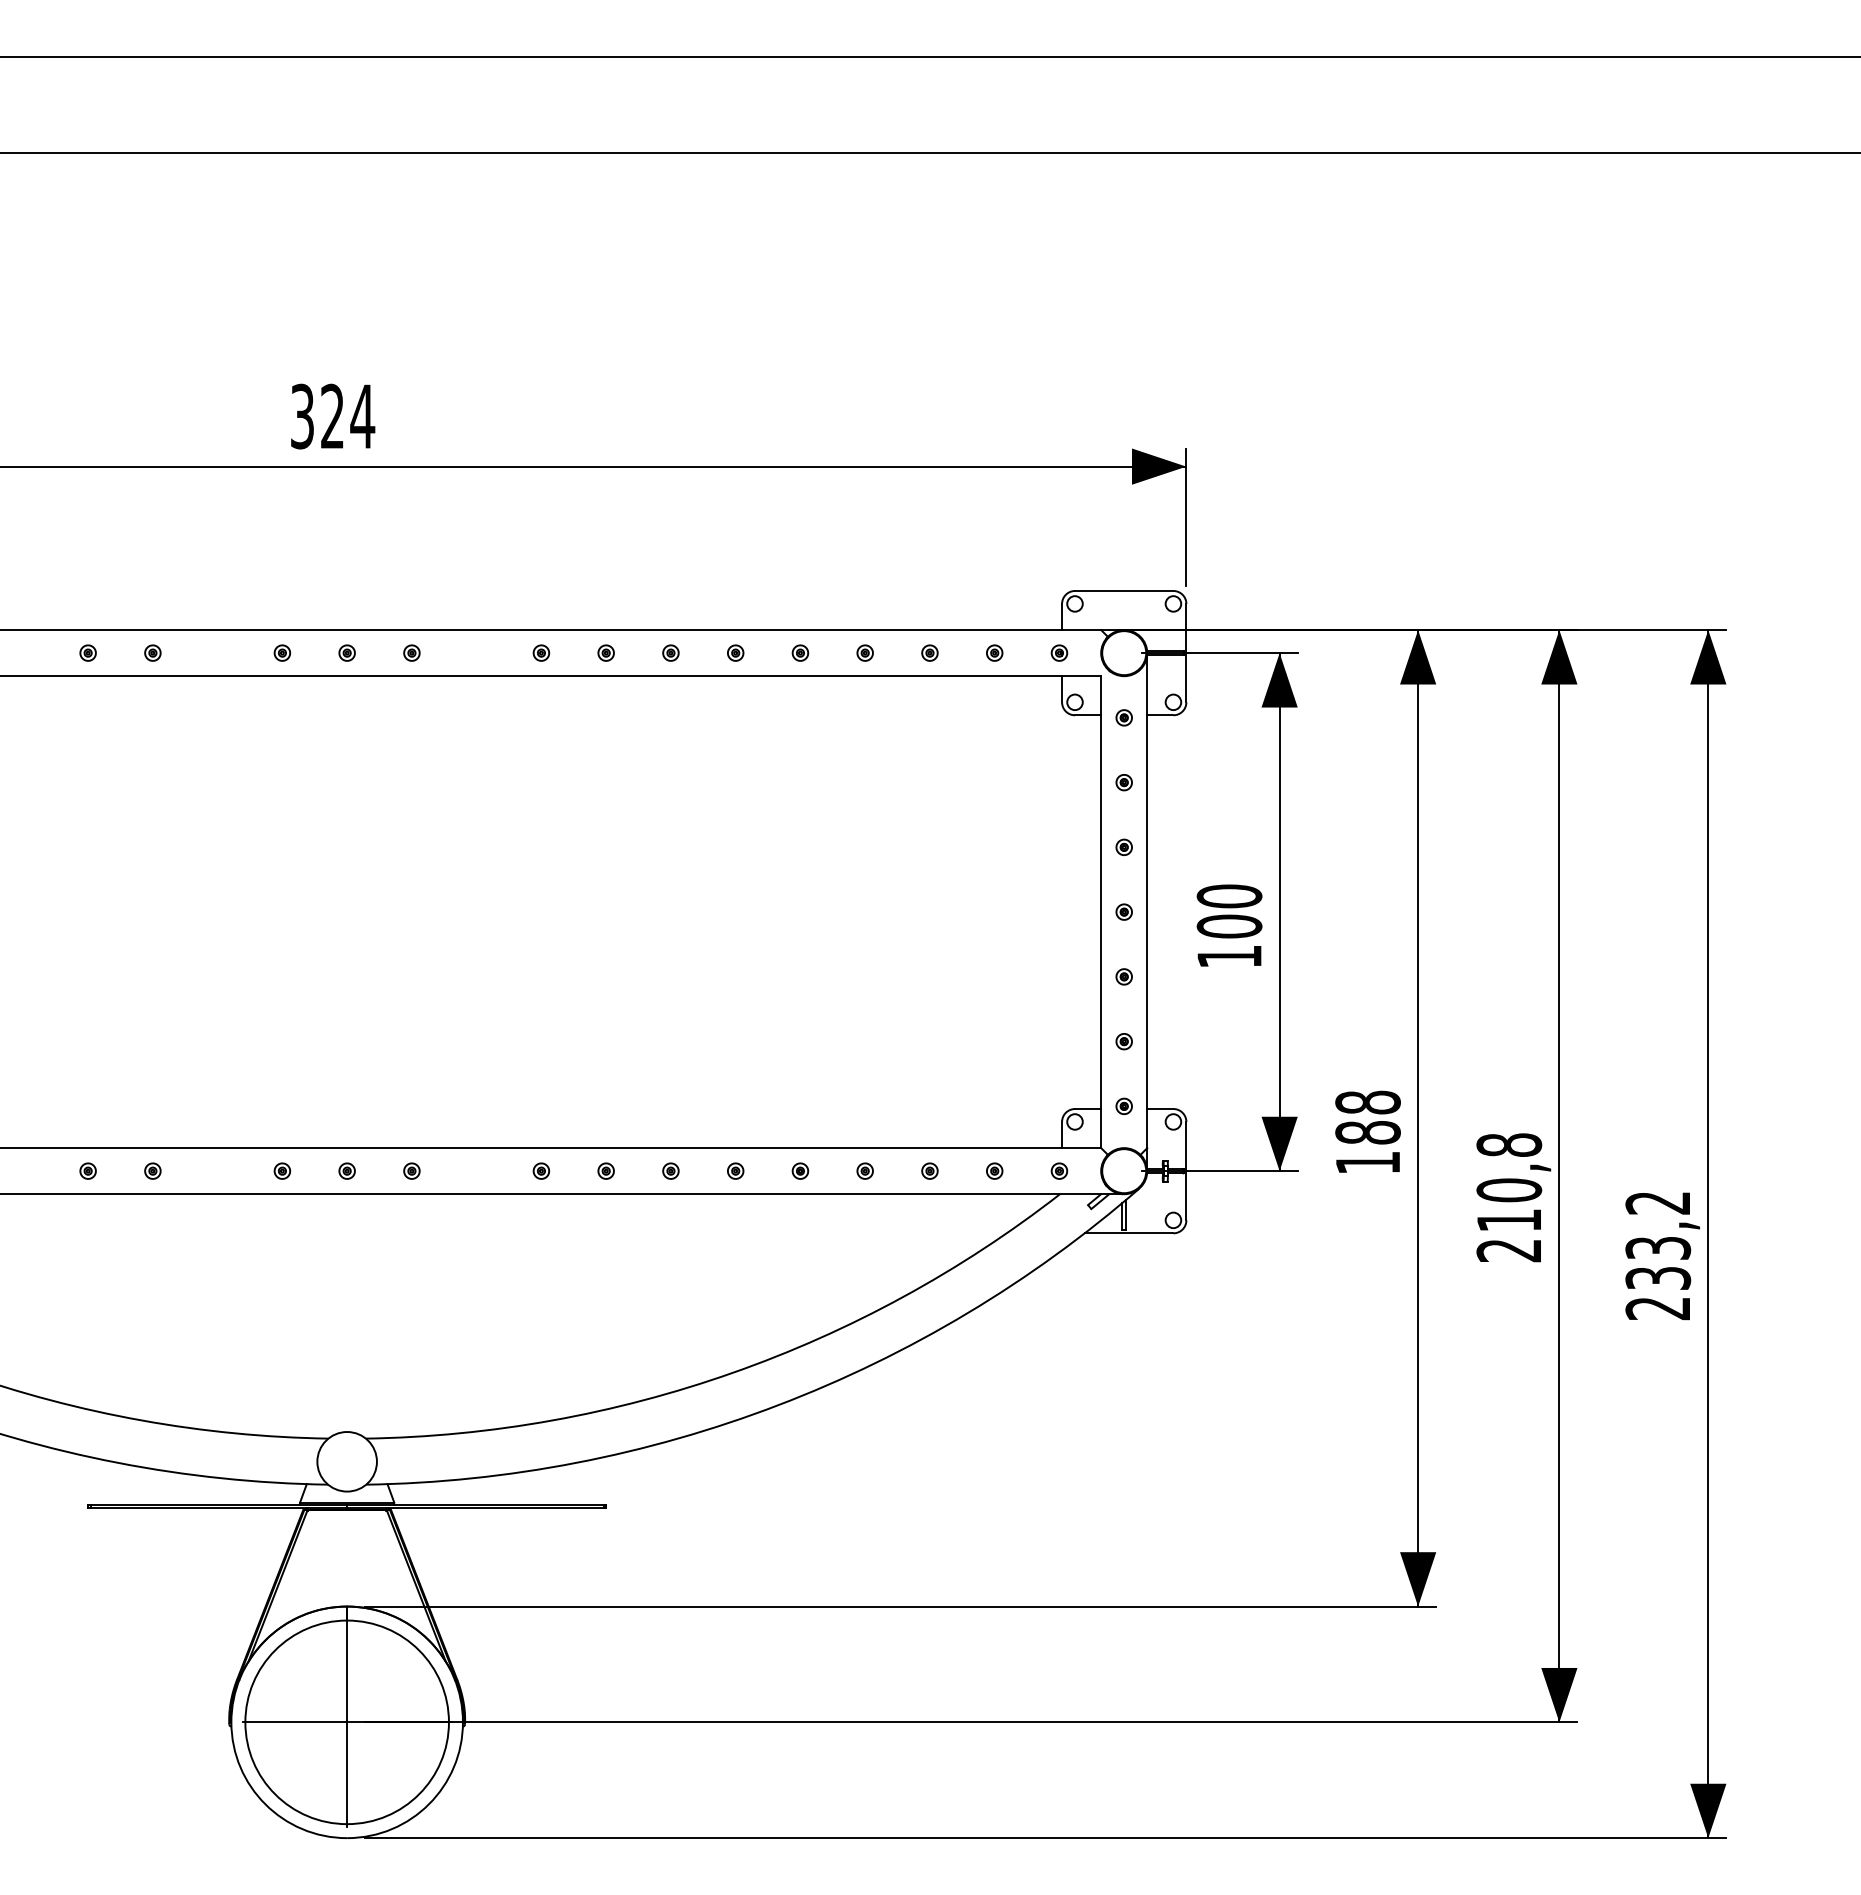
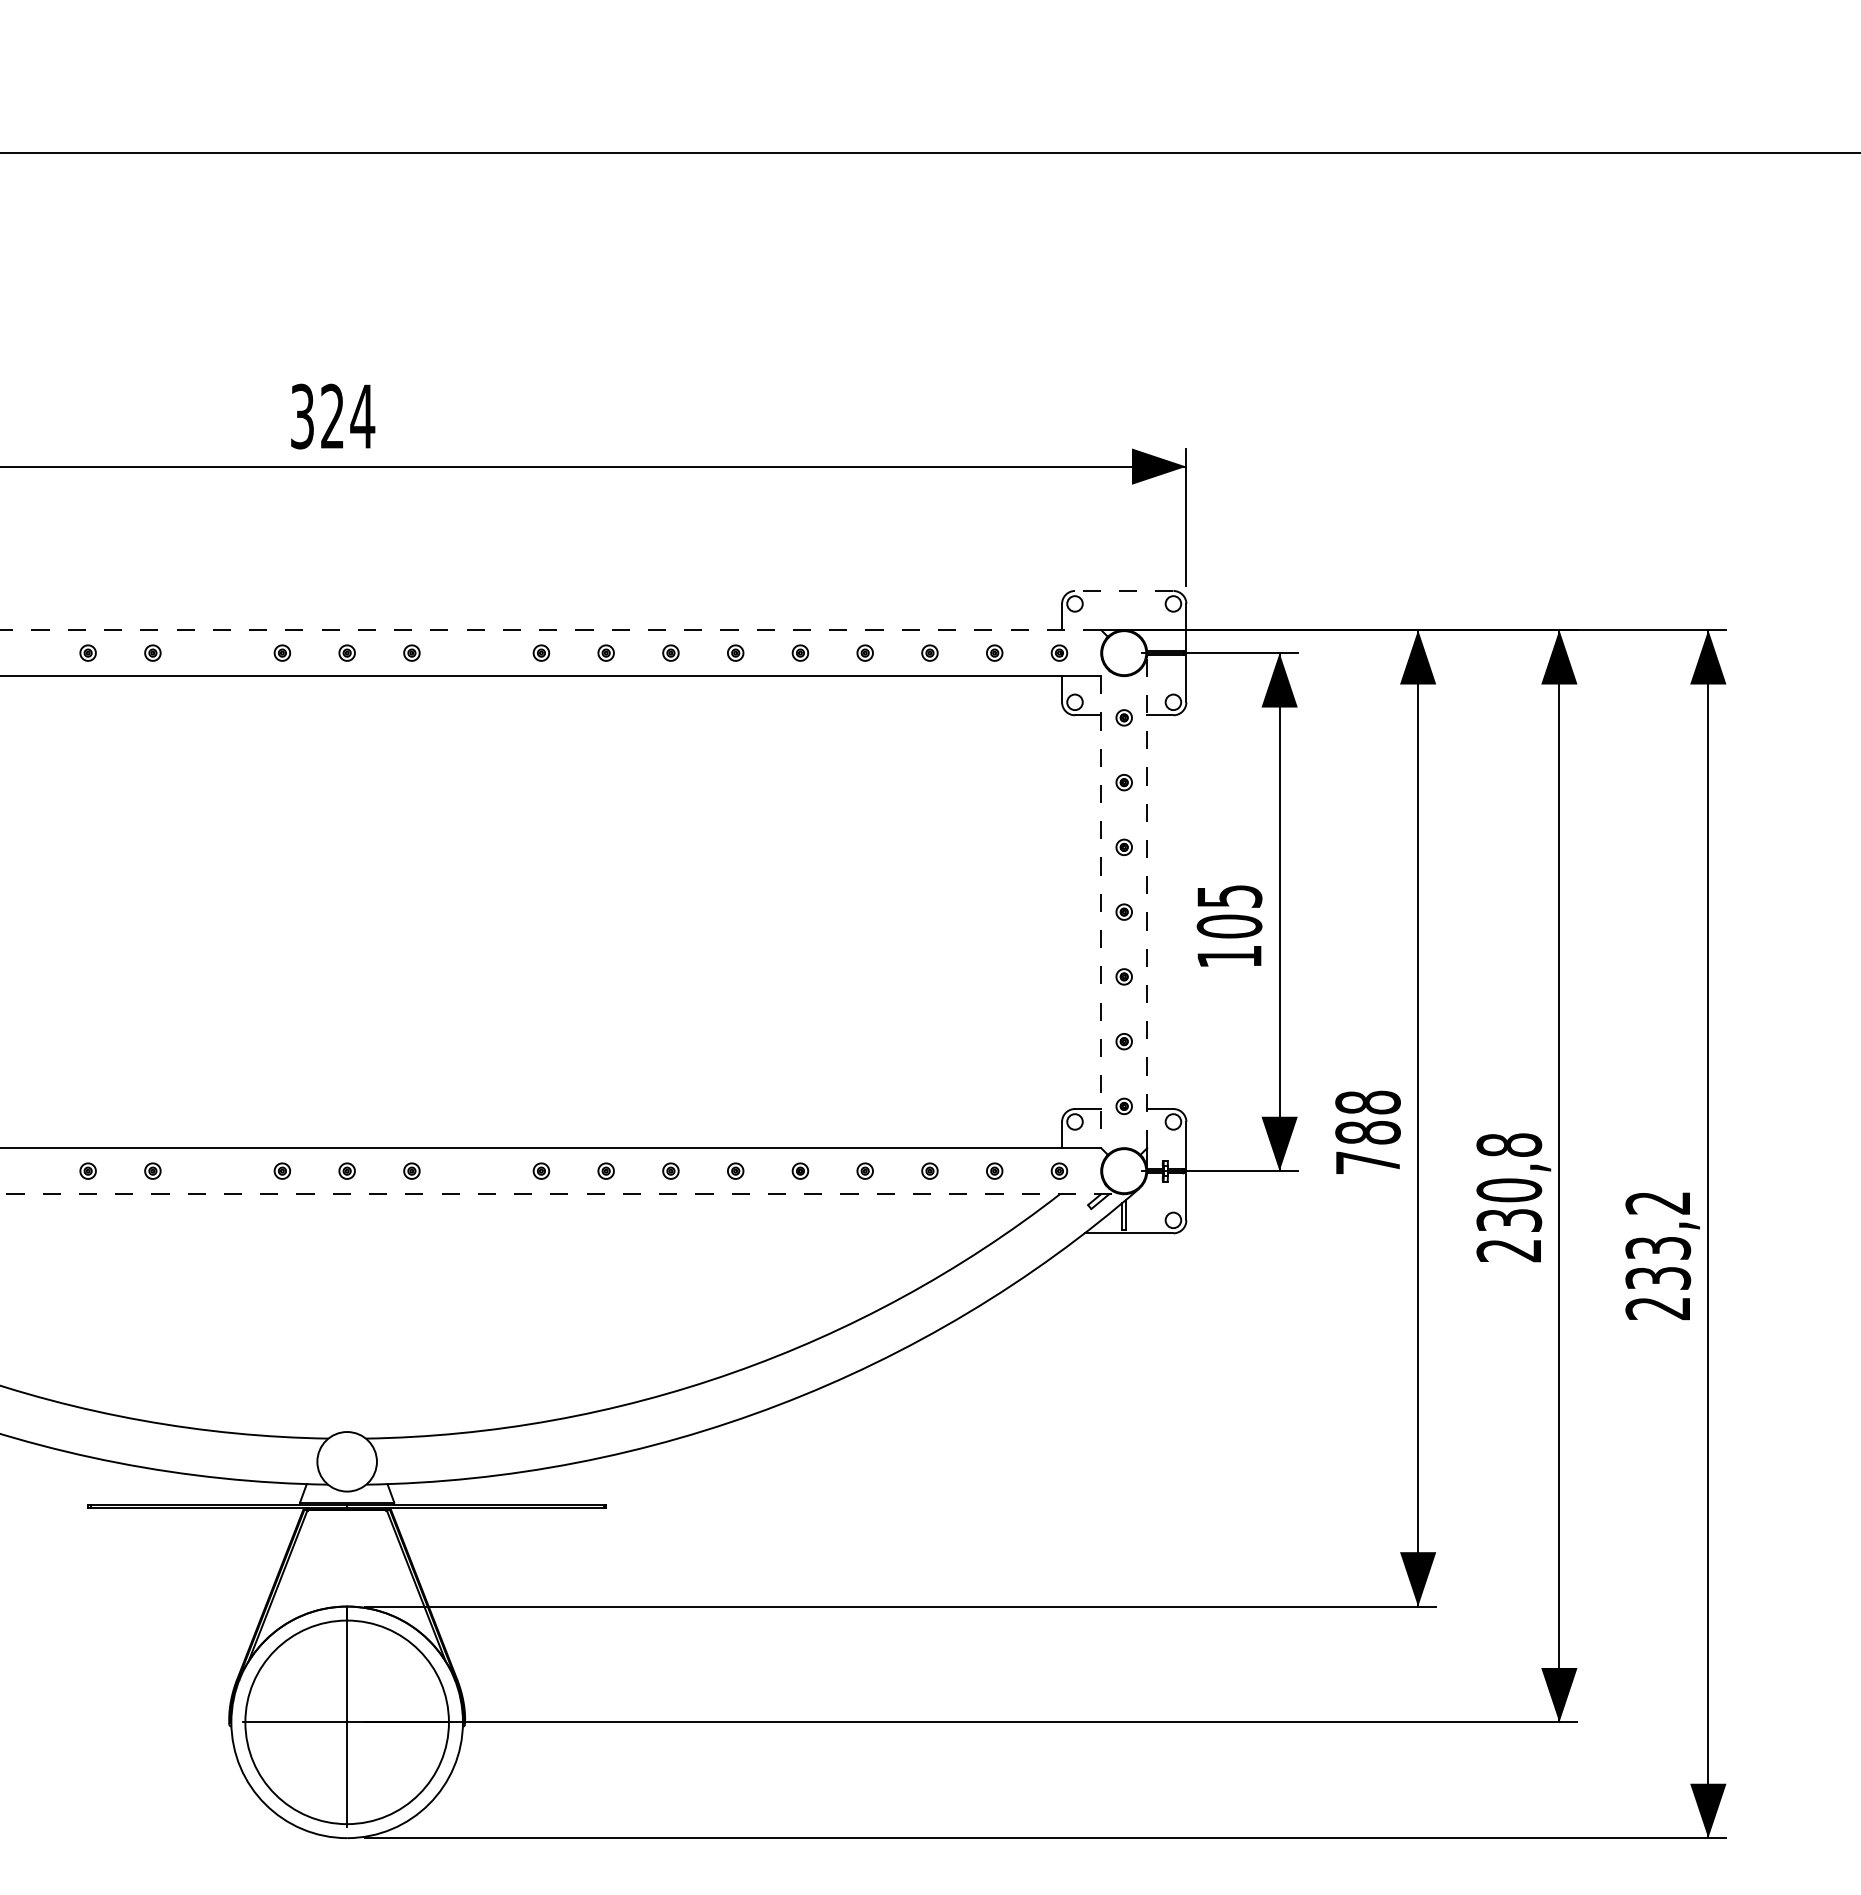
line at (929, 56): present -> none
line at (1123, 590): solid -> dashed
line at (550, 630): solid -> dashed
text at (1229, 896): 100 -> 105
line at (1147, 901): solid -> dashed
line at (1101, 912): solid -> dashed
text at (1367, 1162): 188 -> 788
line at (562, 1194): solid -> dashed
text at (1509, 1220): 210,8 -> 230,8
